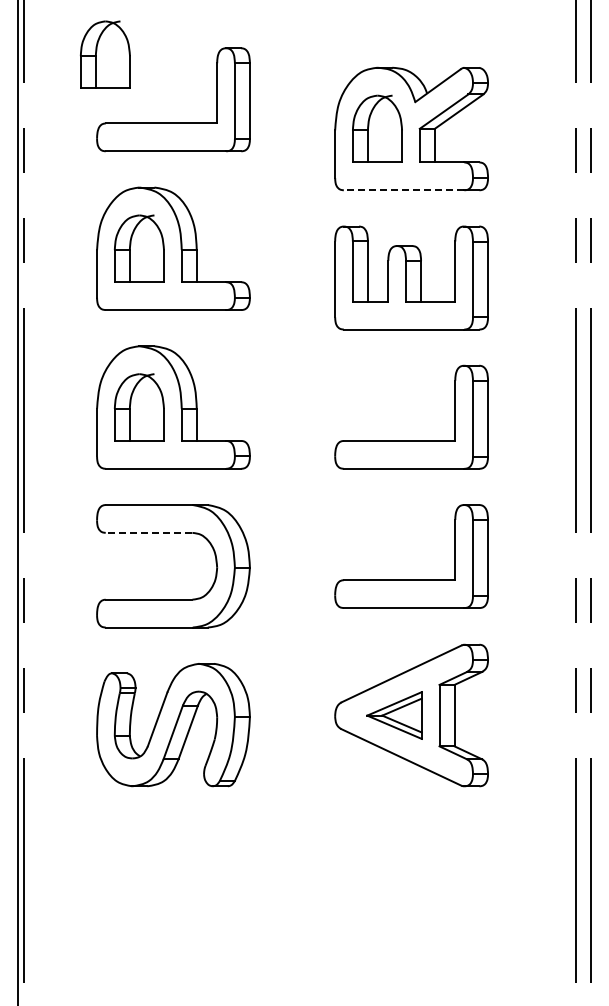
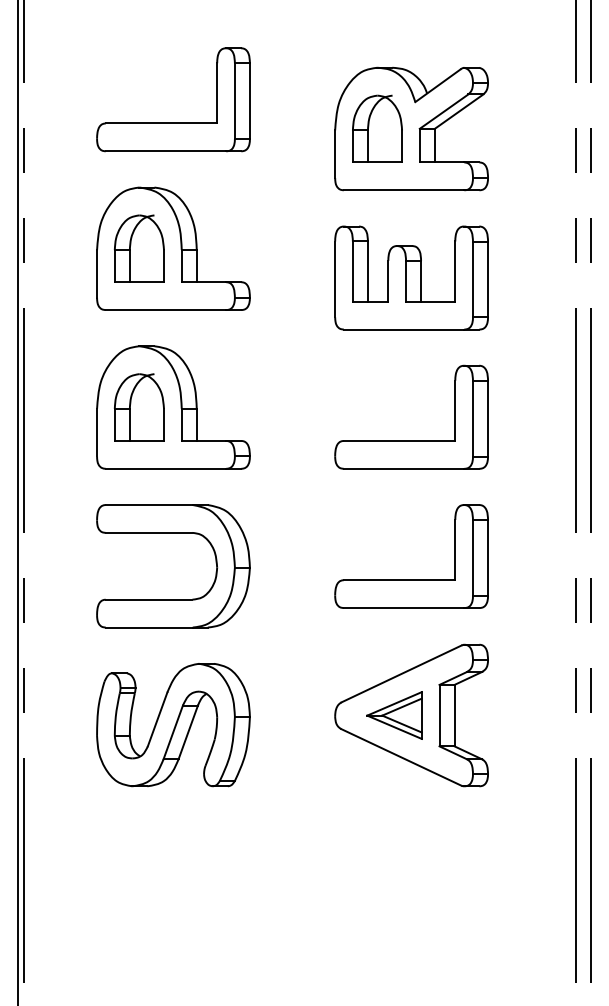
part at (104, 54): present -> none
line at (403, 190): dashed -> solid
line at (148, 532): dashed -> solid
